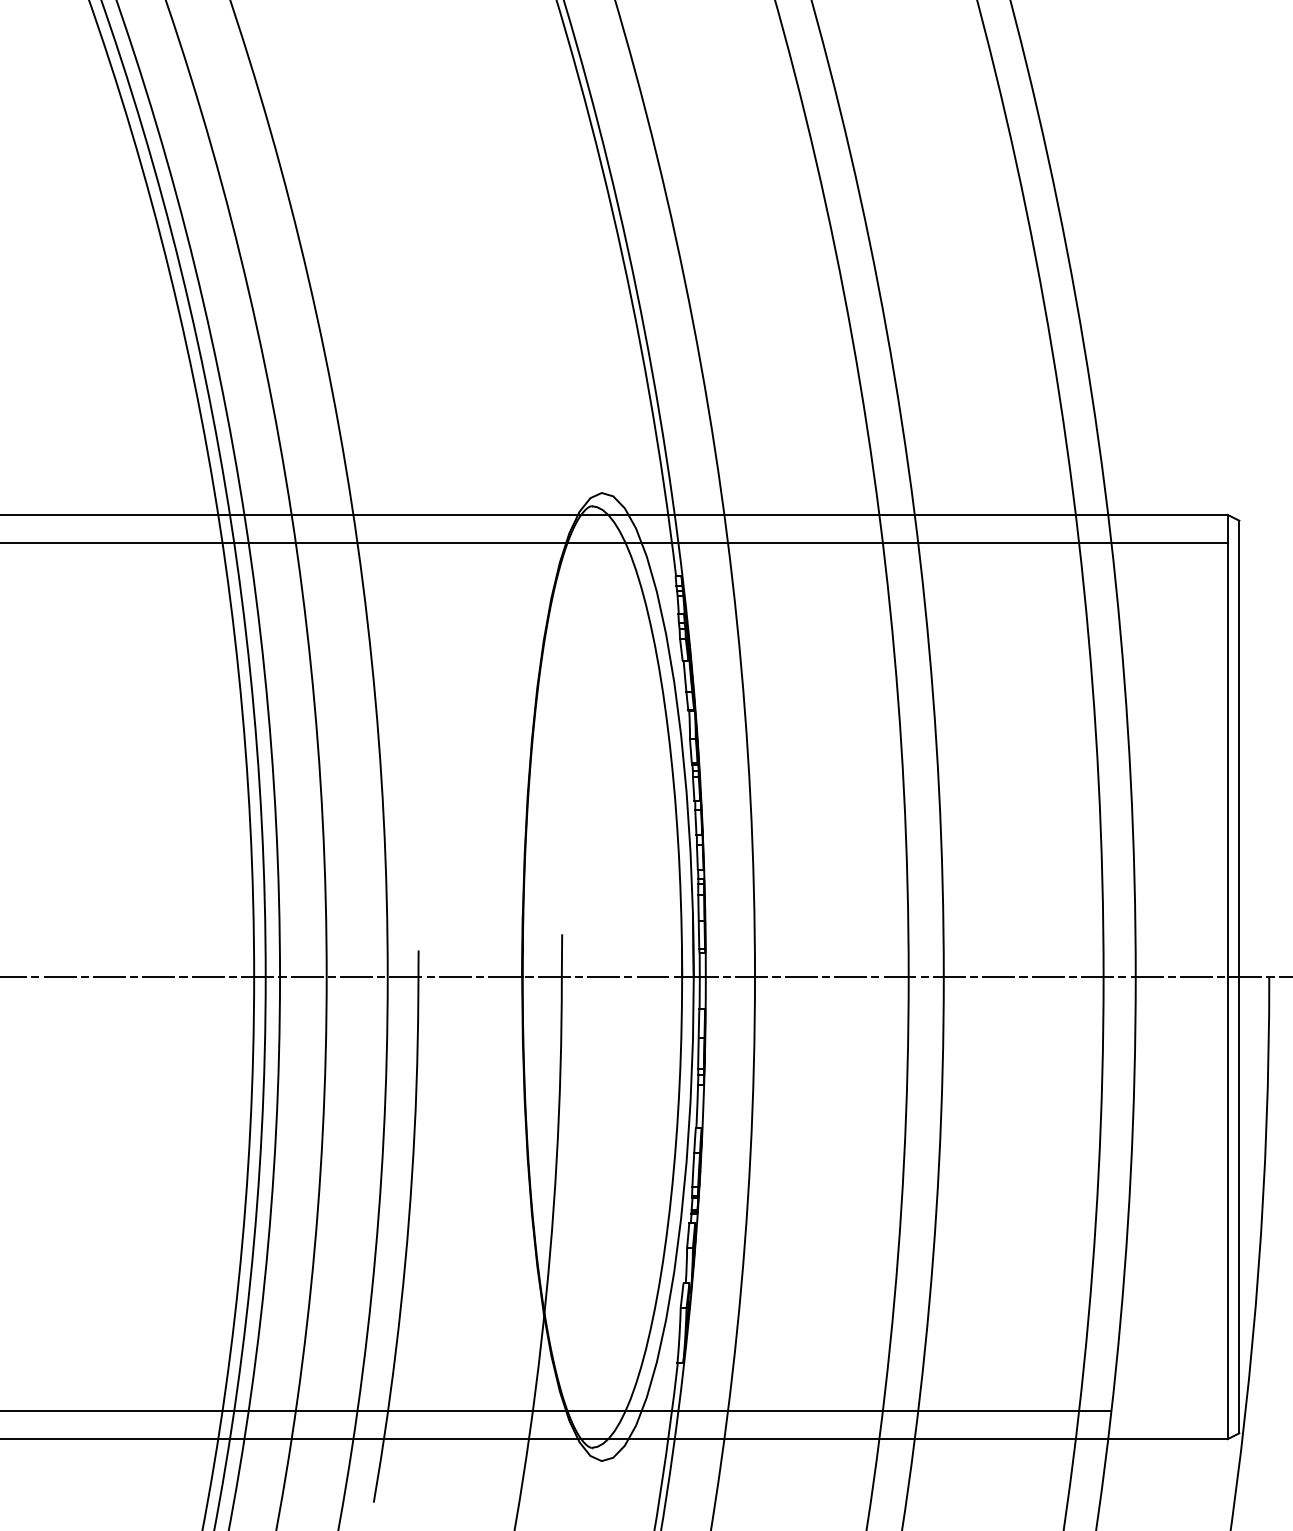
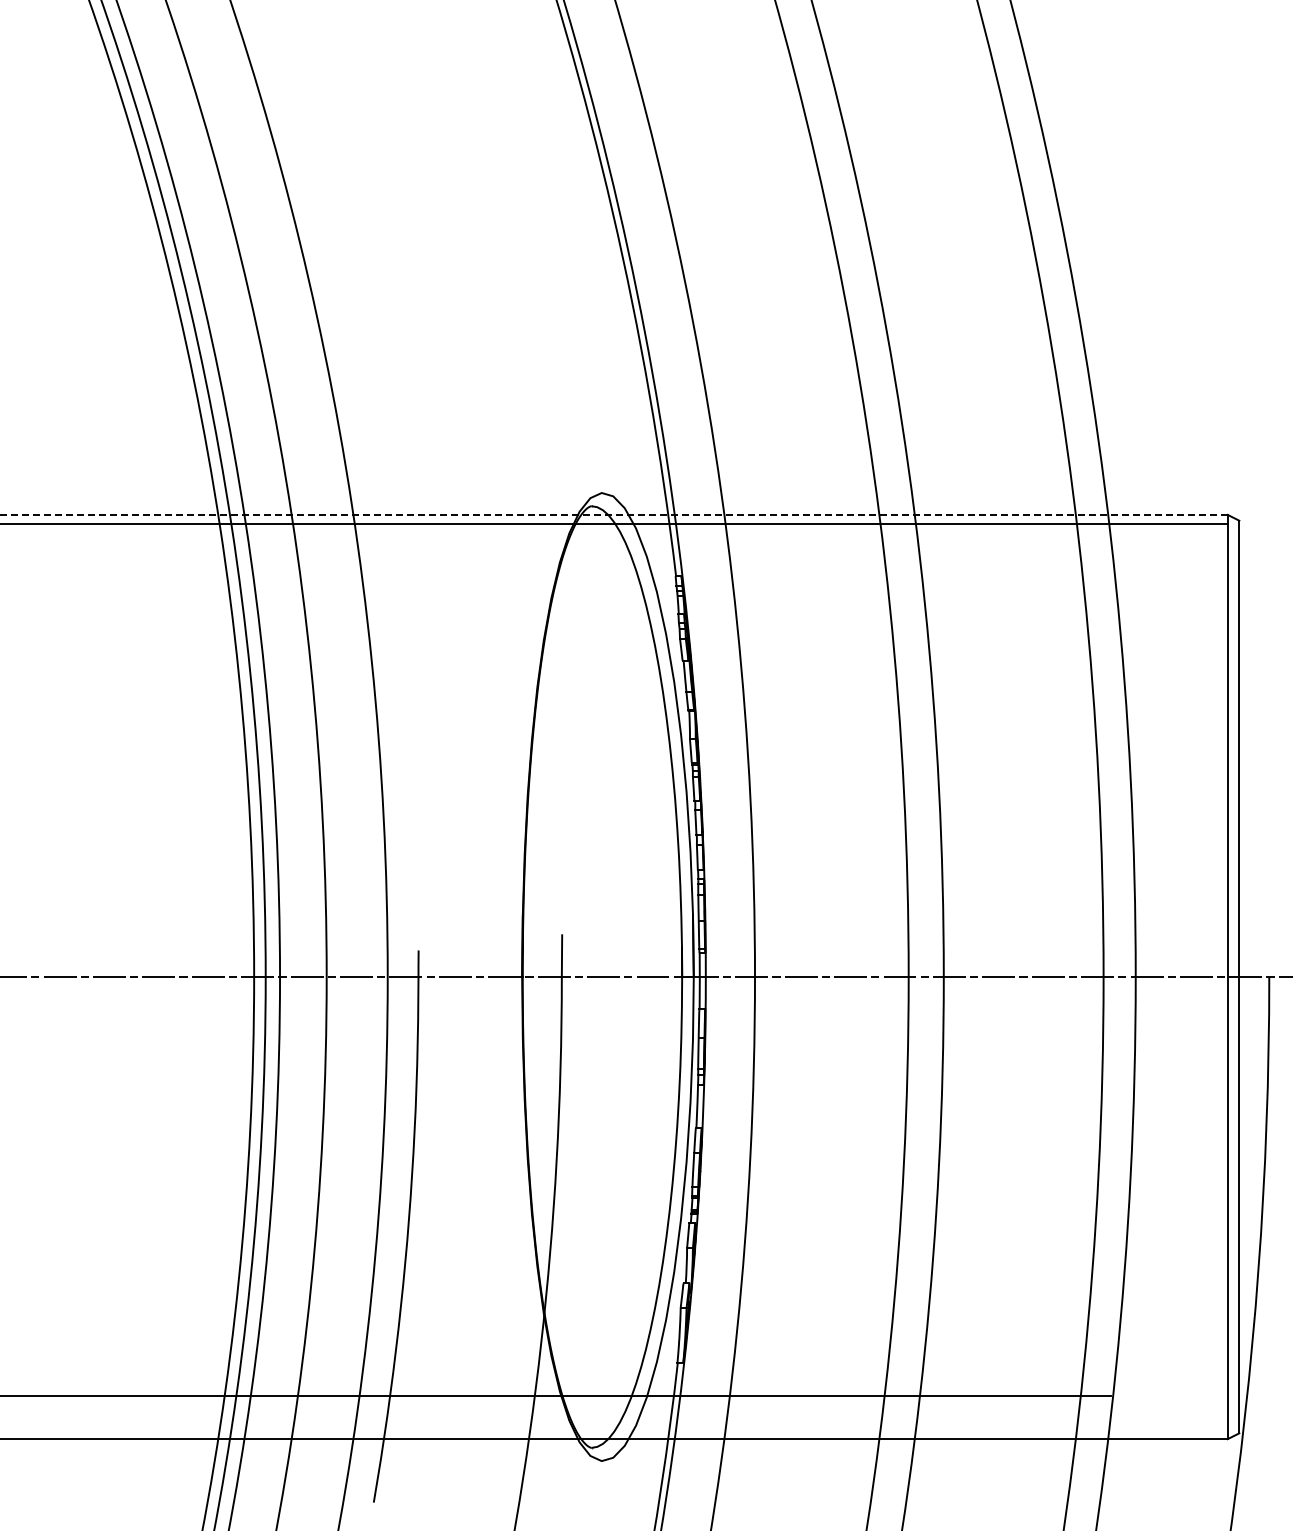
line at (613, 514): solid -> dashed
line at (614, 543) position: (614, 543) -> (614, 524)
line at (556, 1410) position: (556, 1410) -> (556, 1395)
